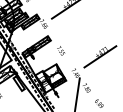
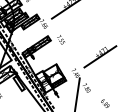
text at (61, 50) position: (61, 50) -> (61, 39)
text at (99, 103) position: (99, 103) -> (105, 103)
